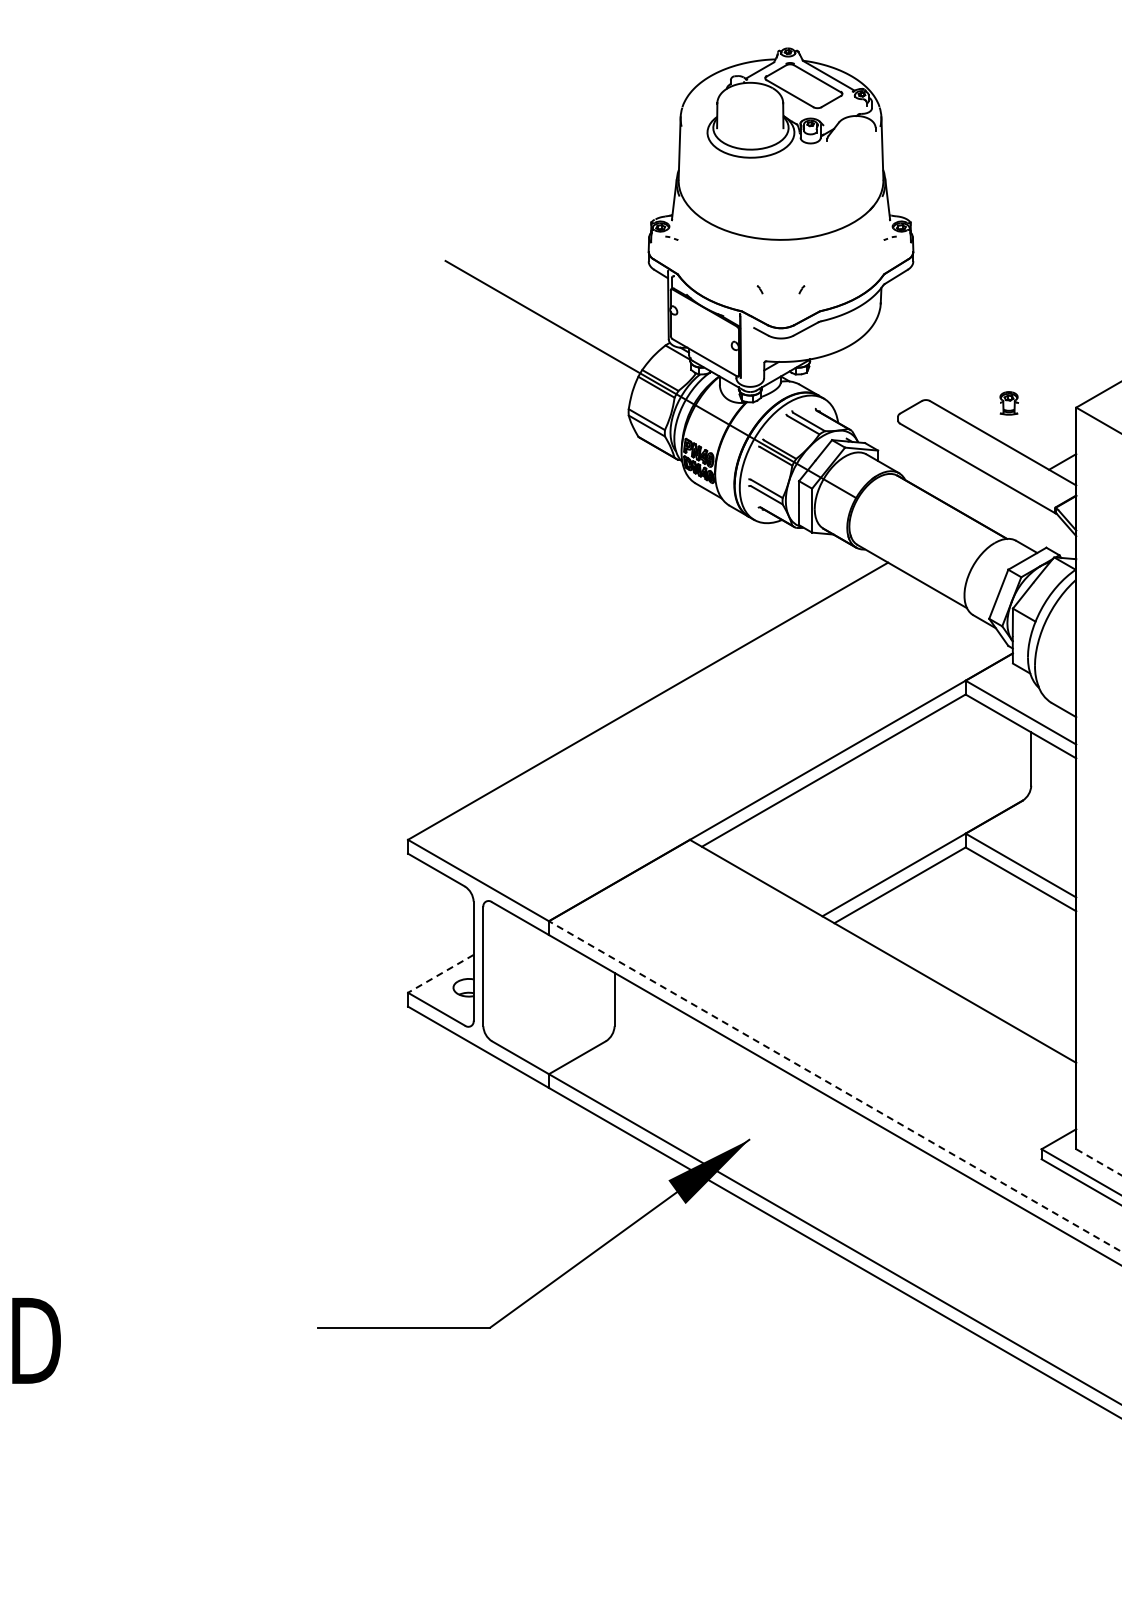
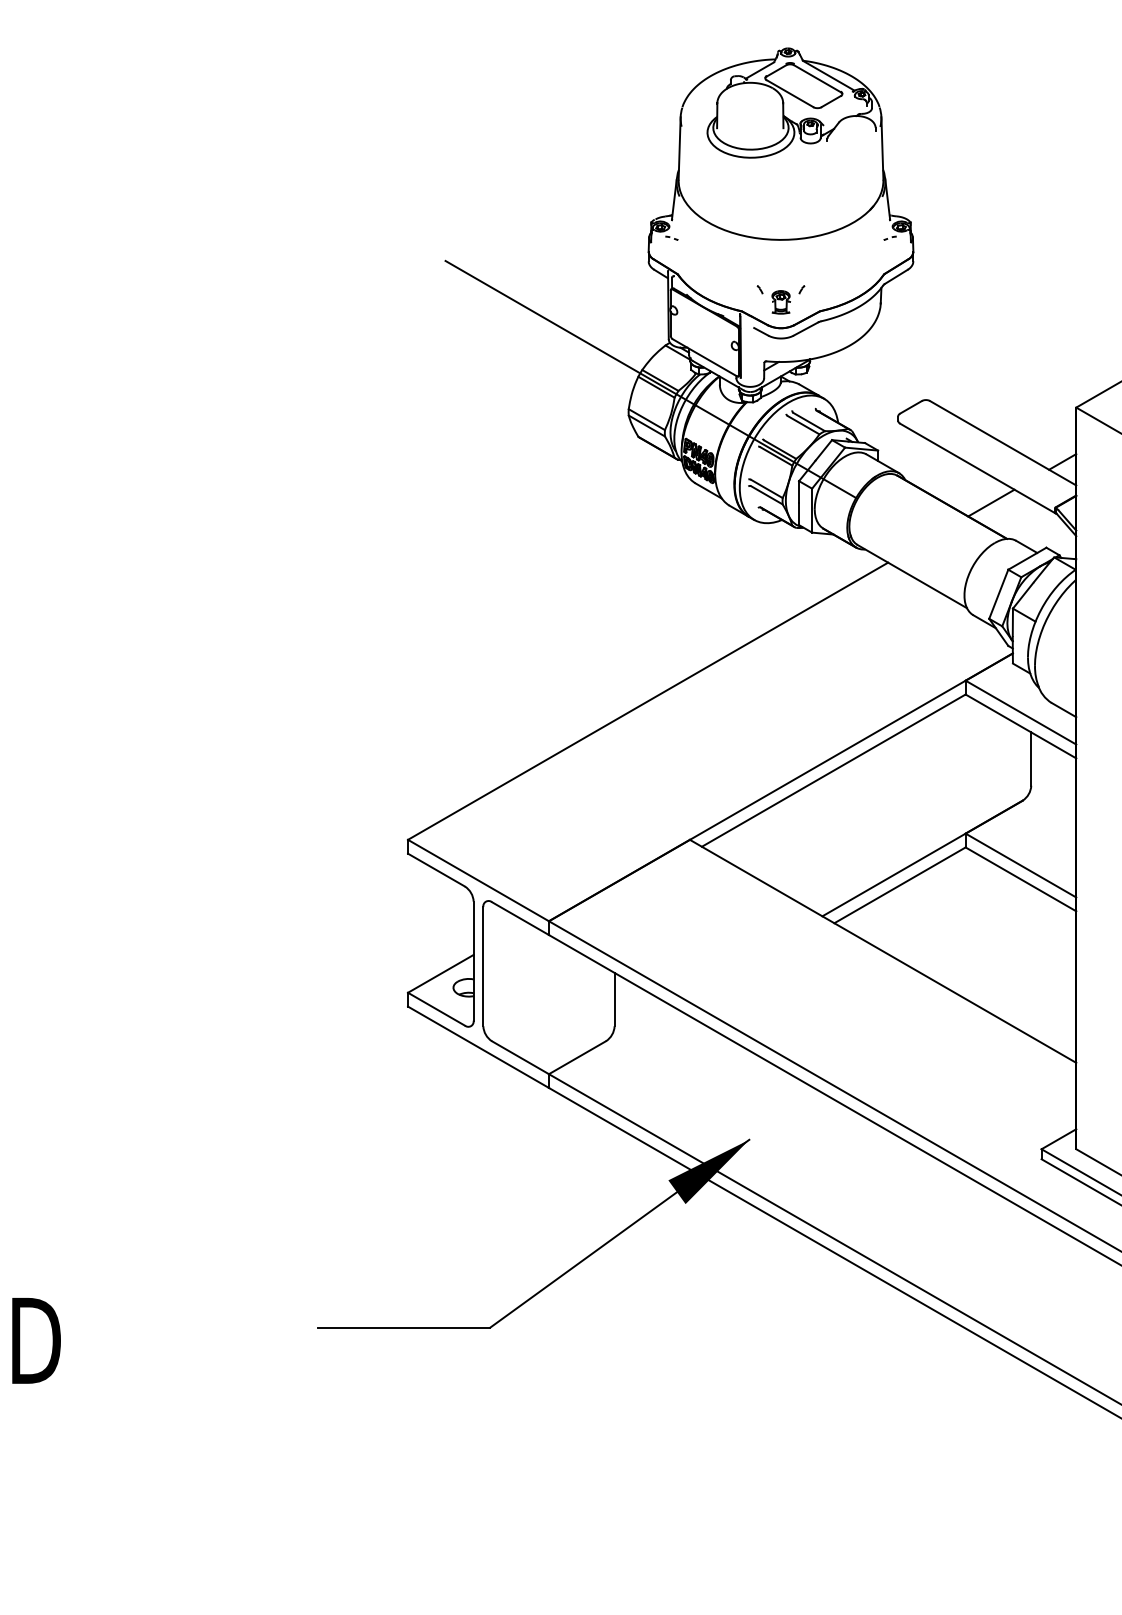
part at (1008, 403) position: (1008, 403) -> (780, 302)
line at (991, 502): none -> present
line at (440, 973): dashed -> solid
line at (835, 1086): dashed -> solid
line at (1099, 1162): dashed -> solid
